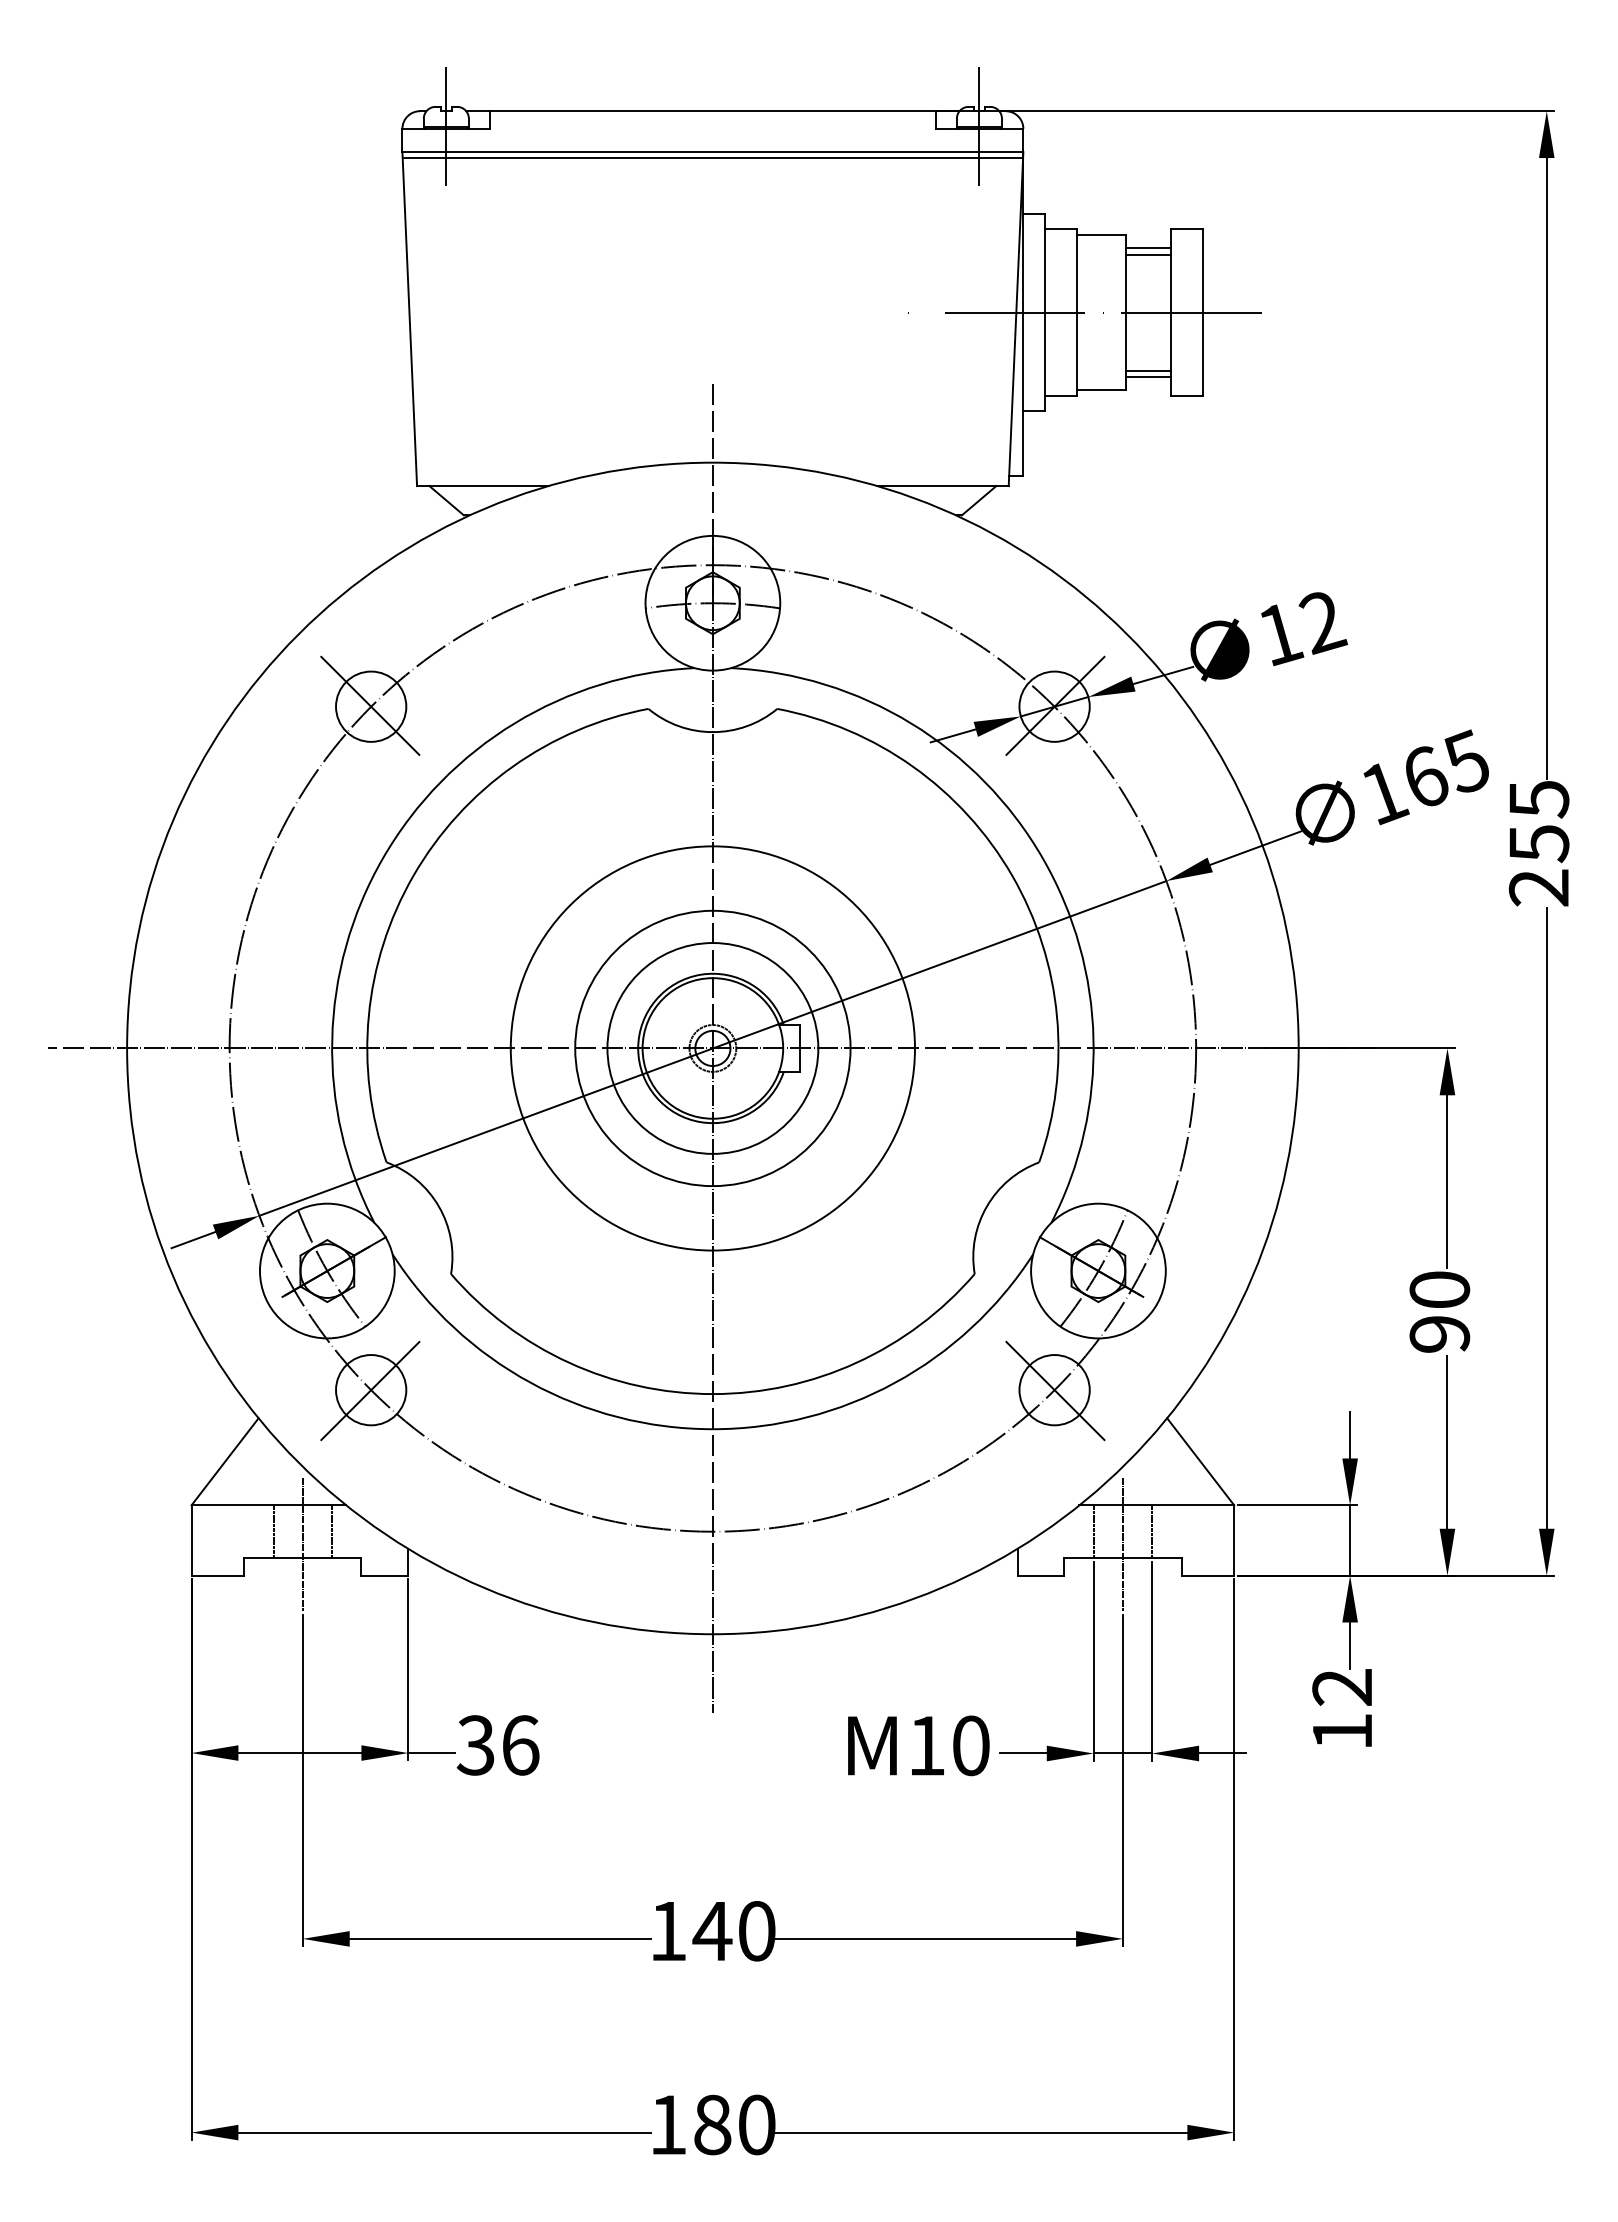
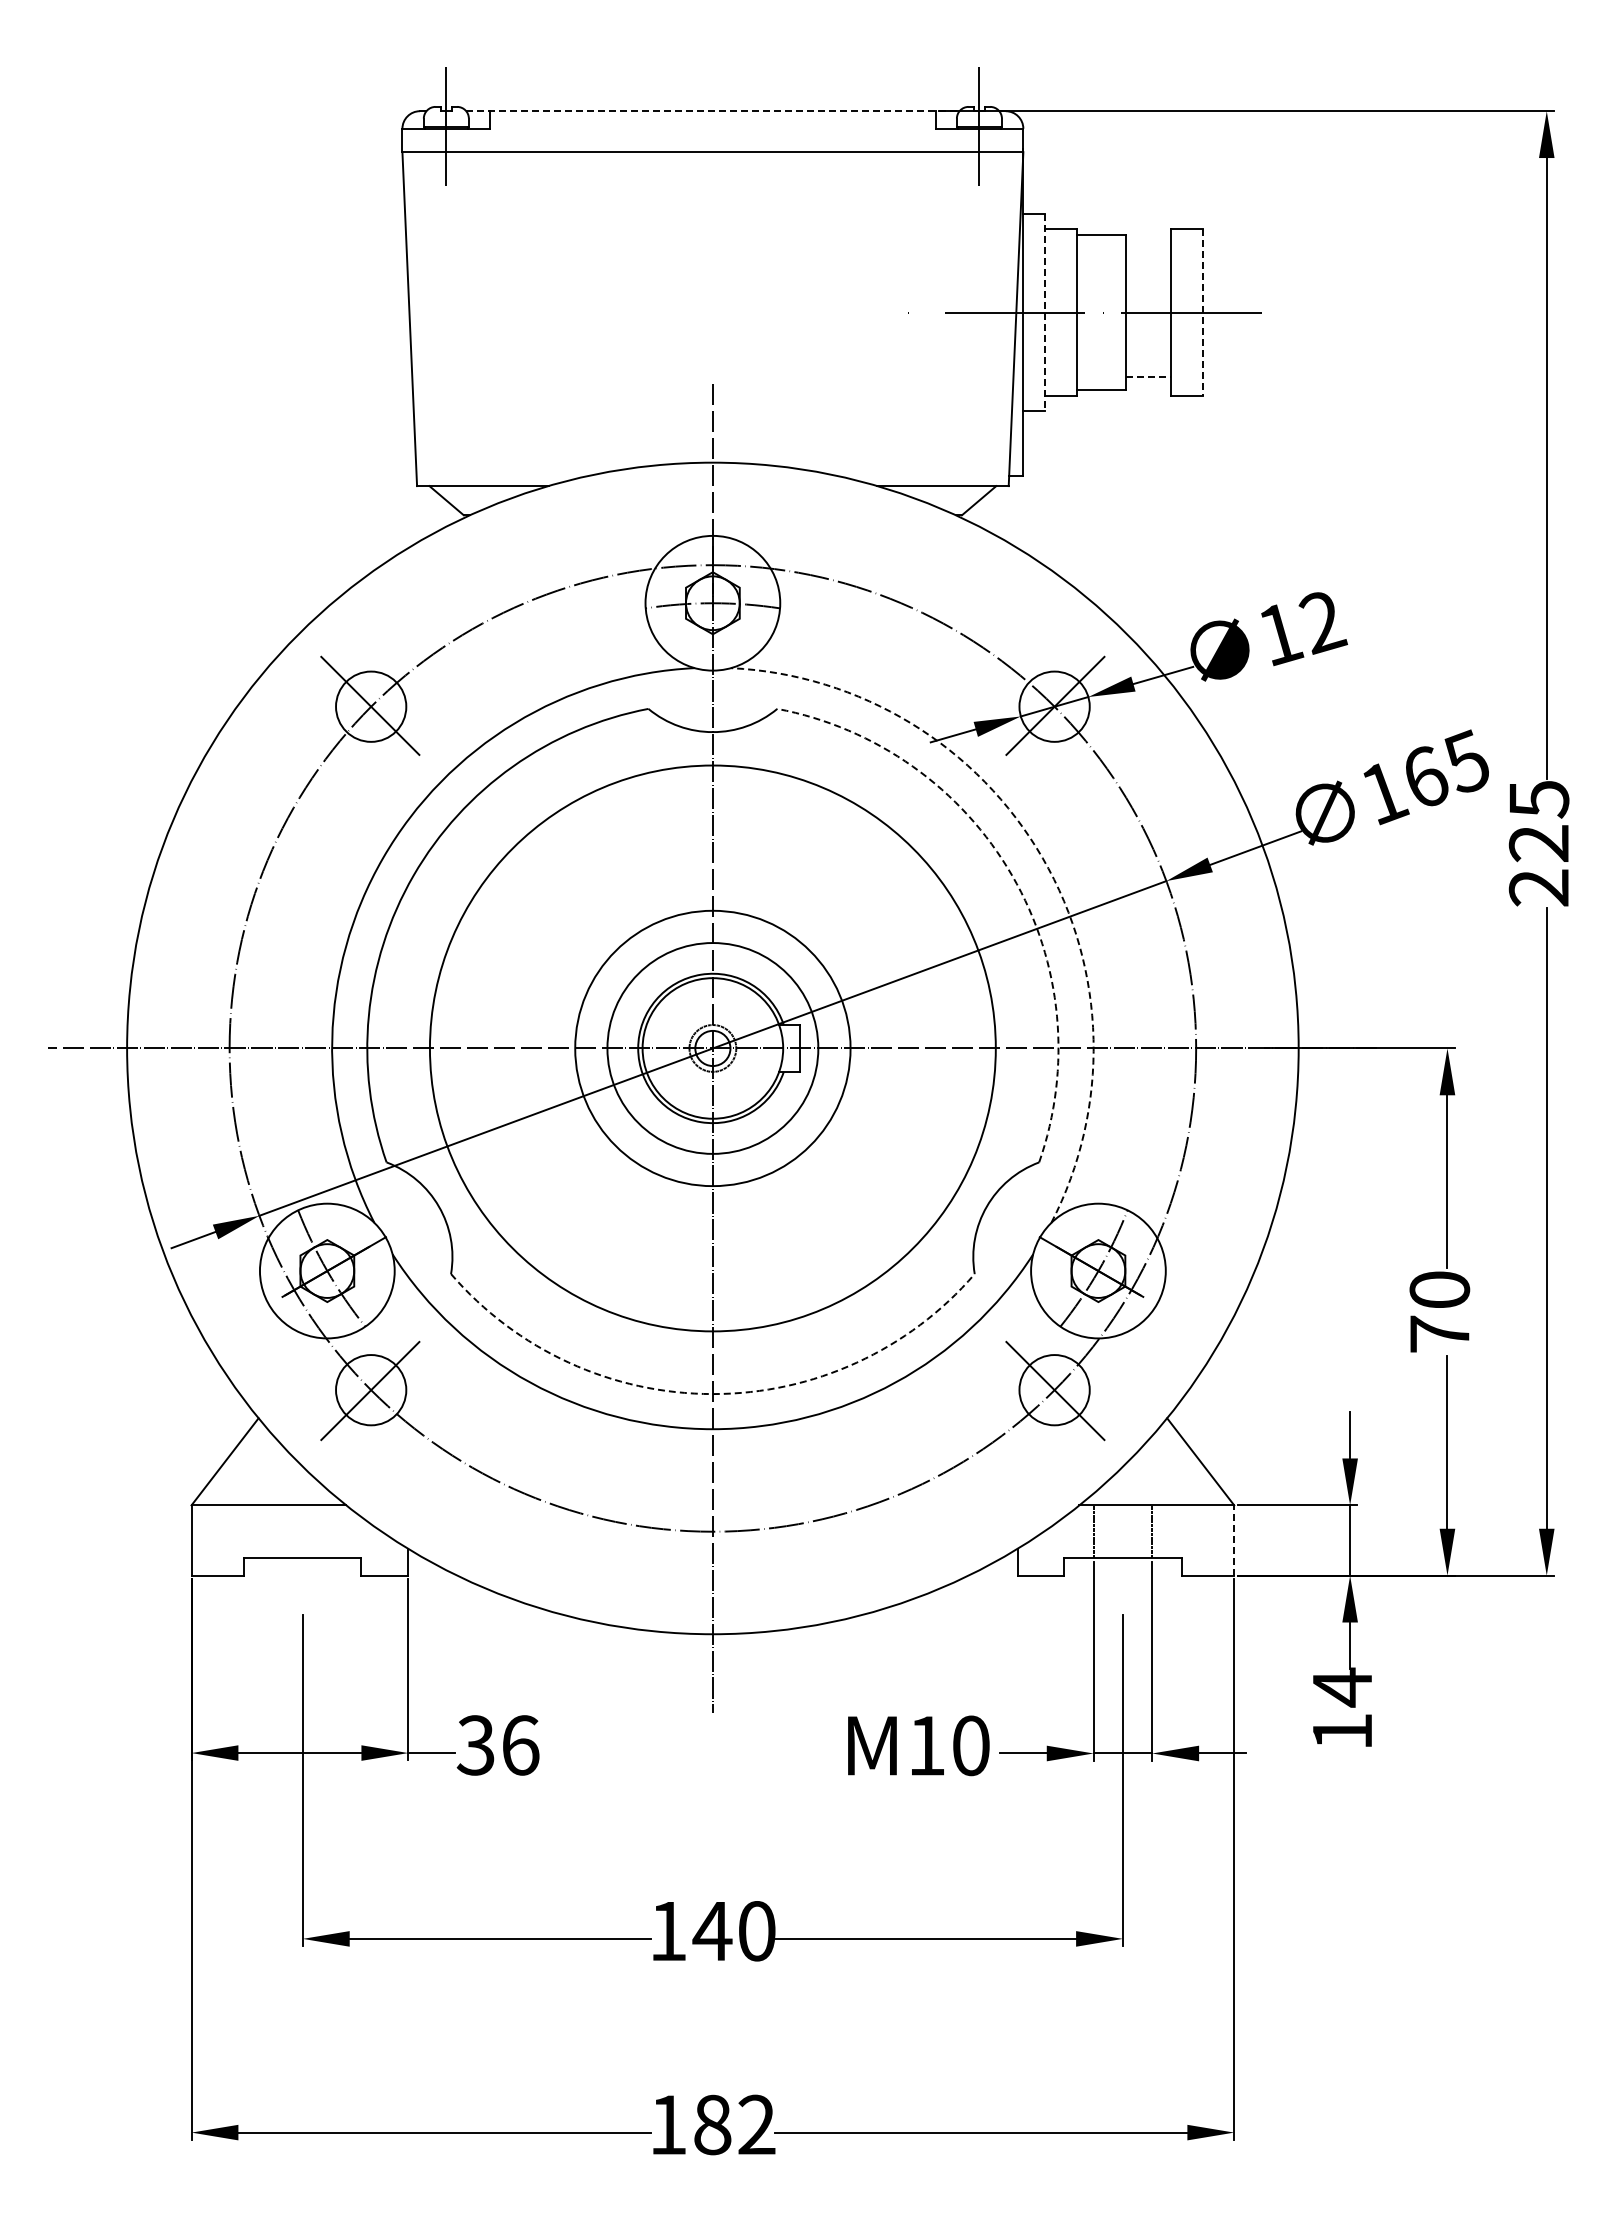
line at (712, 111): solid -> dashed
line at (712, 158): present -> none
line at (1147, 248): present -> none
line at (1147, 254): present -> none
line at (1202, 312): solid -> dashed
line at (1044, 313): solid -> dashed
line at (1147, 370): present -> none
line at (1148, 377): solid -> dashed
text at (1538, 844): 255 -> 225
arc at (1042, 858): solid -> dashed
arc at (1012, 875): solid -> dashed
circle at (712, 1048) diameter: 404 px -> 566 px
text at (1439, 1333): 90 -> 70
arc at (712, 1394): solid -> dashed
line at (273, 1531): present -> none
line at (332, 1531): present -> none
line at (1234, 1540): solid -> dashed
line at (302, 1544): present -> none
line at (1122, 1544): present -> none
text at (1341, 1687): 12 -> 14
text at (756, 2124): 180 -> 182
